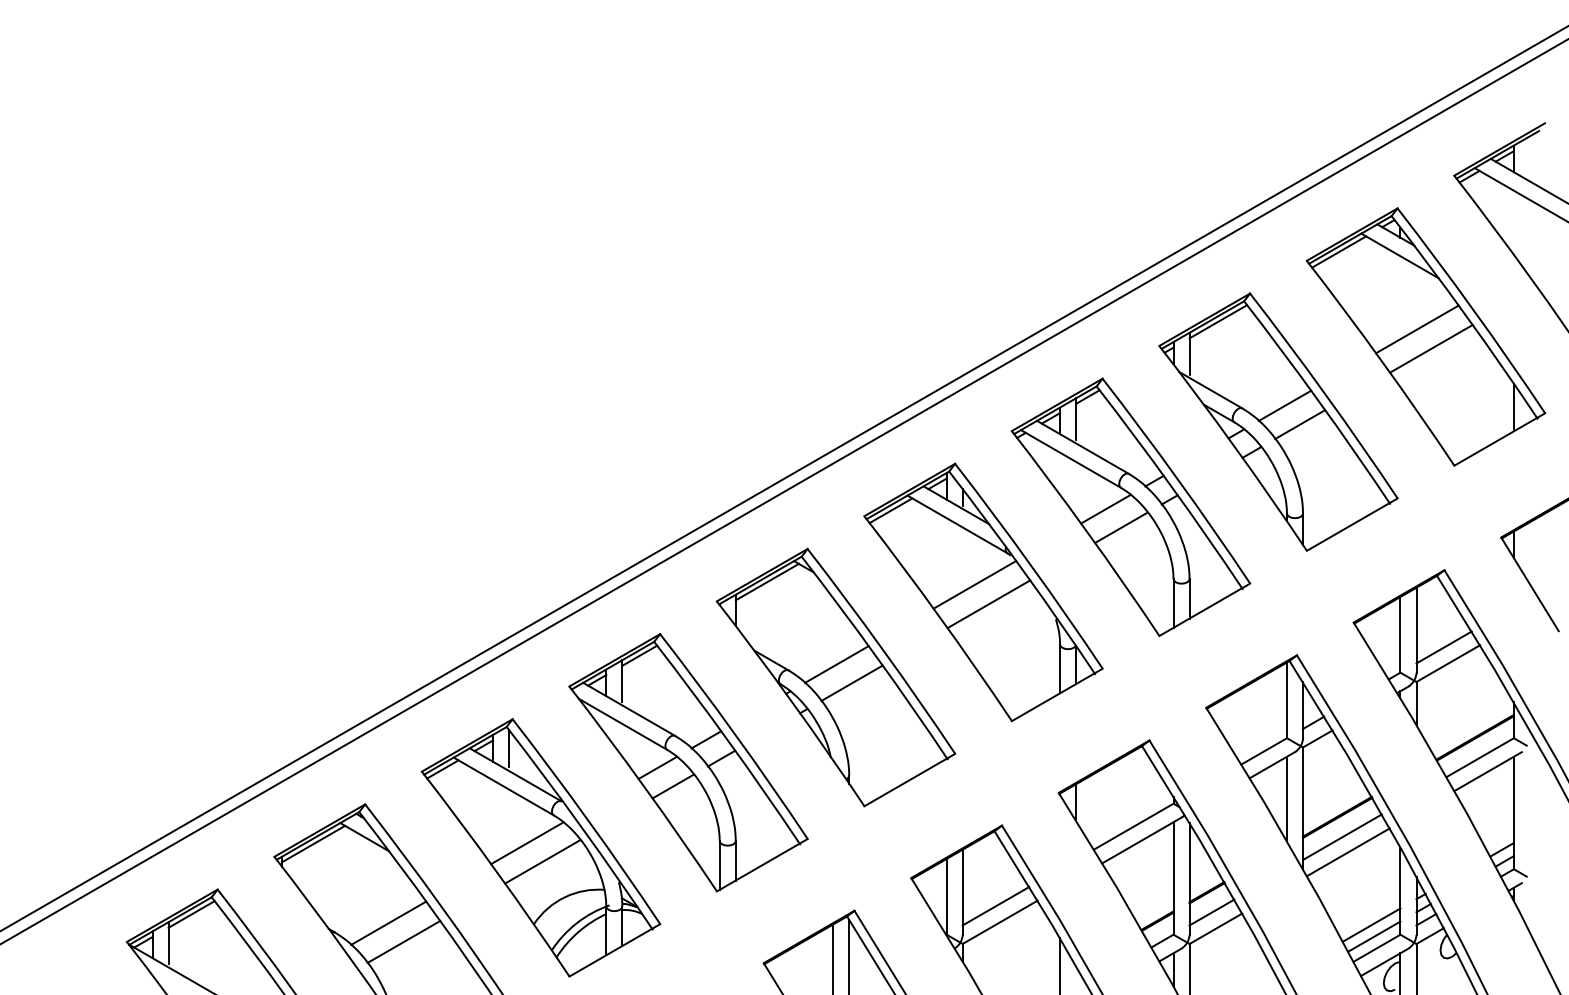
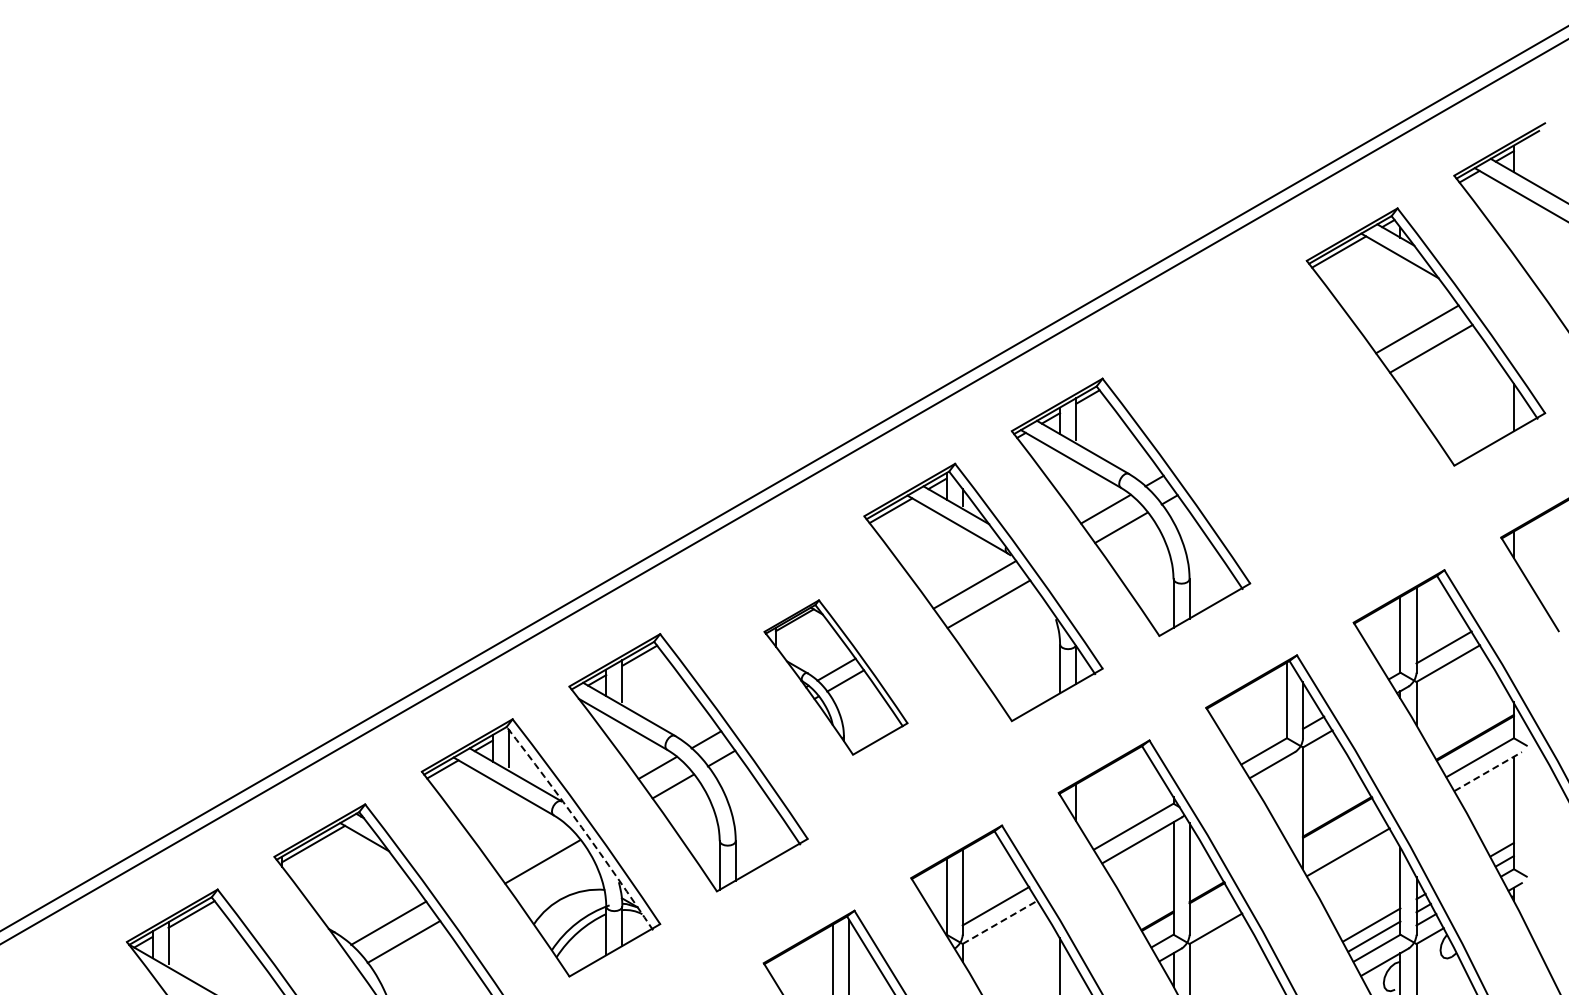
part at (1278, 421): present -> none
part at (835, 677) size: 242x261 px -> 146x157 px
line at (1488, 771): solid -> dashed
line at (1287, 798): present -> none
arc at (581, 827): solid -> dashed
line at (1342, 836): present -> none
line at (527, 843): present -> none
line at (1211, 912): present -> none
line at (1000, 922): solid -> dashed
